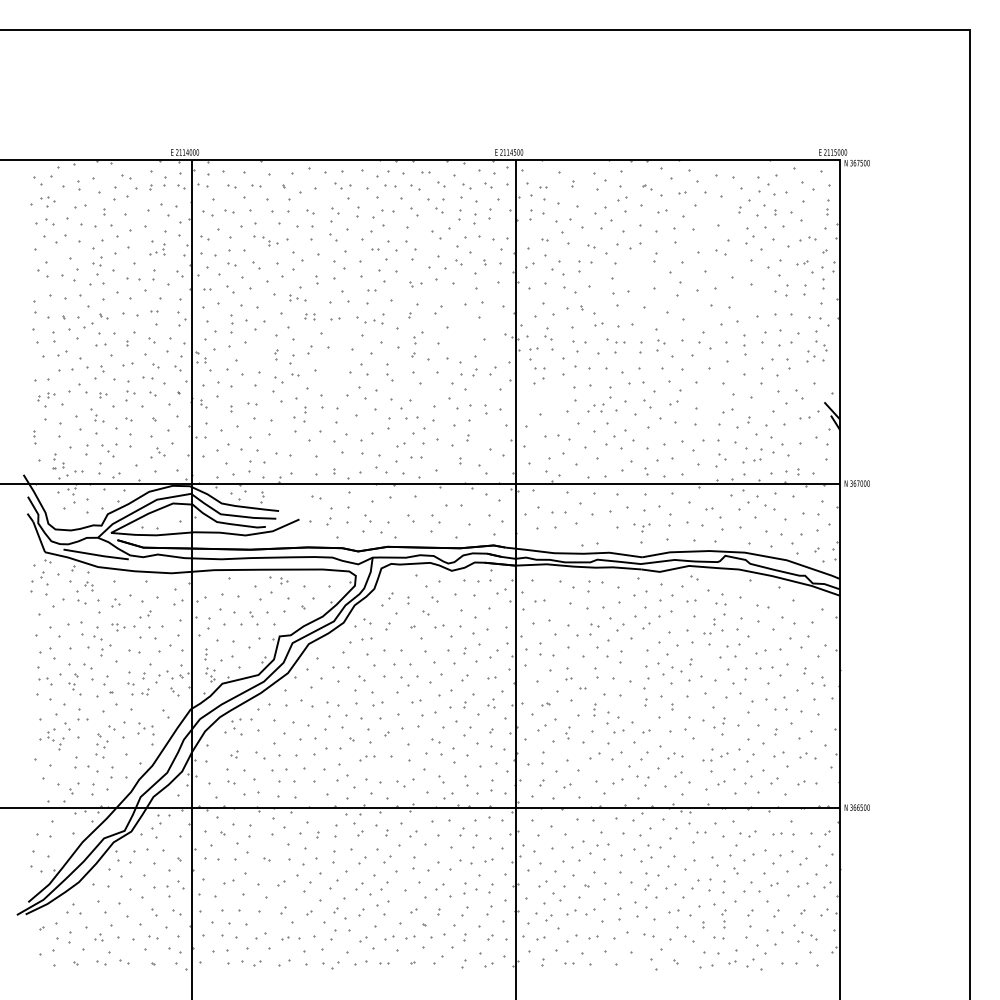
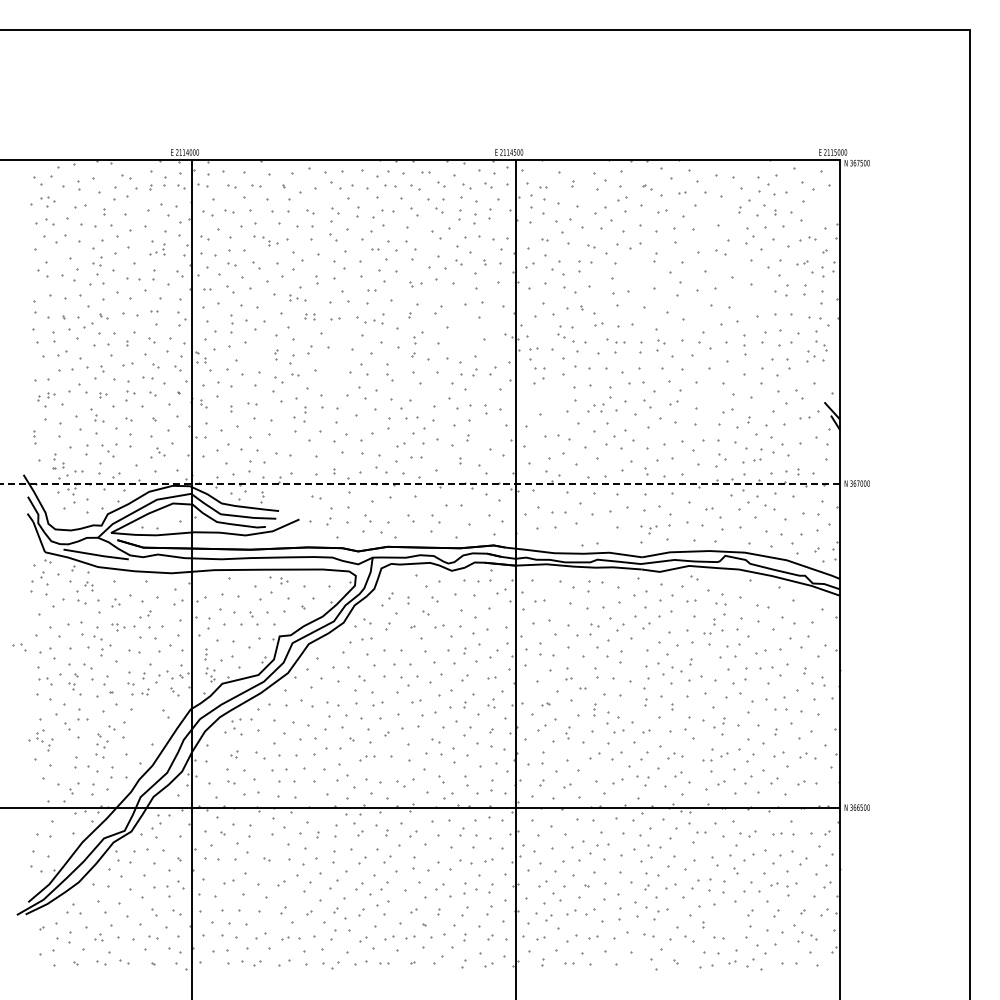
part at (342, 185) size: 18x8 px -> 24x9 px
part at (827, 207): present -> none
part at (530, 214) size: 4x12 px -> 4x18 px
part at (823, 283) size: 3x12 px -> 4x18 px
part at (548, 333) position: (548, 333) -> (561, 331)
part at (100, 344) size: 12x4 px -> 17x4 px
line at (420, 483): solid -> dashed
part at (641, 527) position: (641, 527) -> (648, 529)
part at (19, 647): none -> present
part at (145, 728): present -> none
part at (51, 739) position: (51, 739) -> (40, 740)
part at (802, 884) position: (802, 884) -> (791, 884)
part at (673, 911) position: (673, 911) -> (662, 910)
part at (723, 918): present -> none
